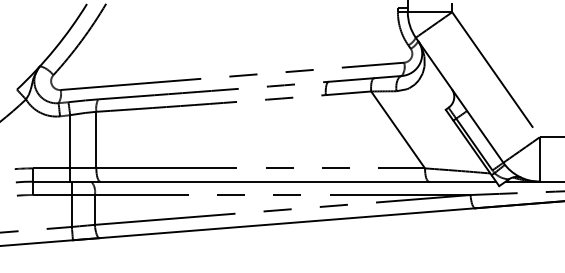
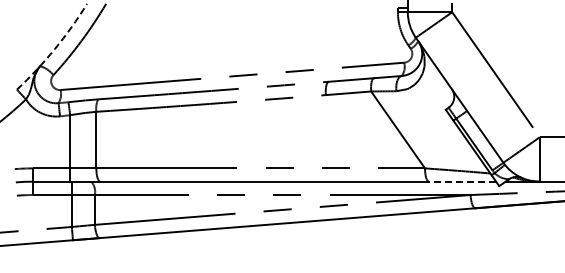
arc at (54, 49): solid -> dashed
line at (462, 181): solid -> dashed
